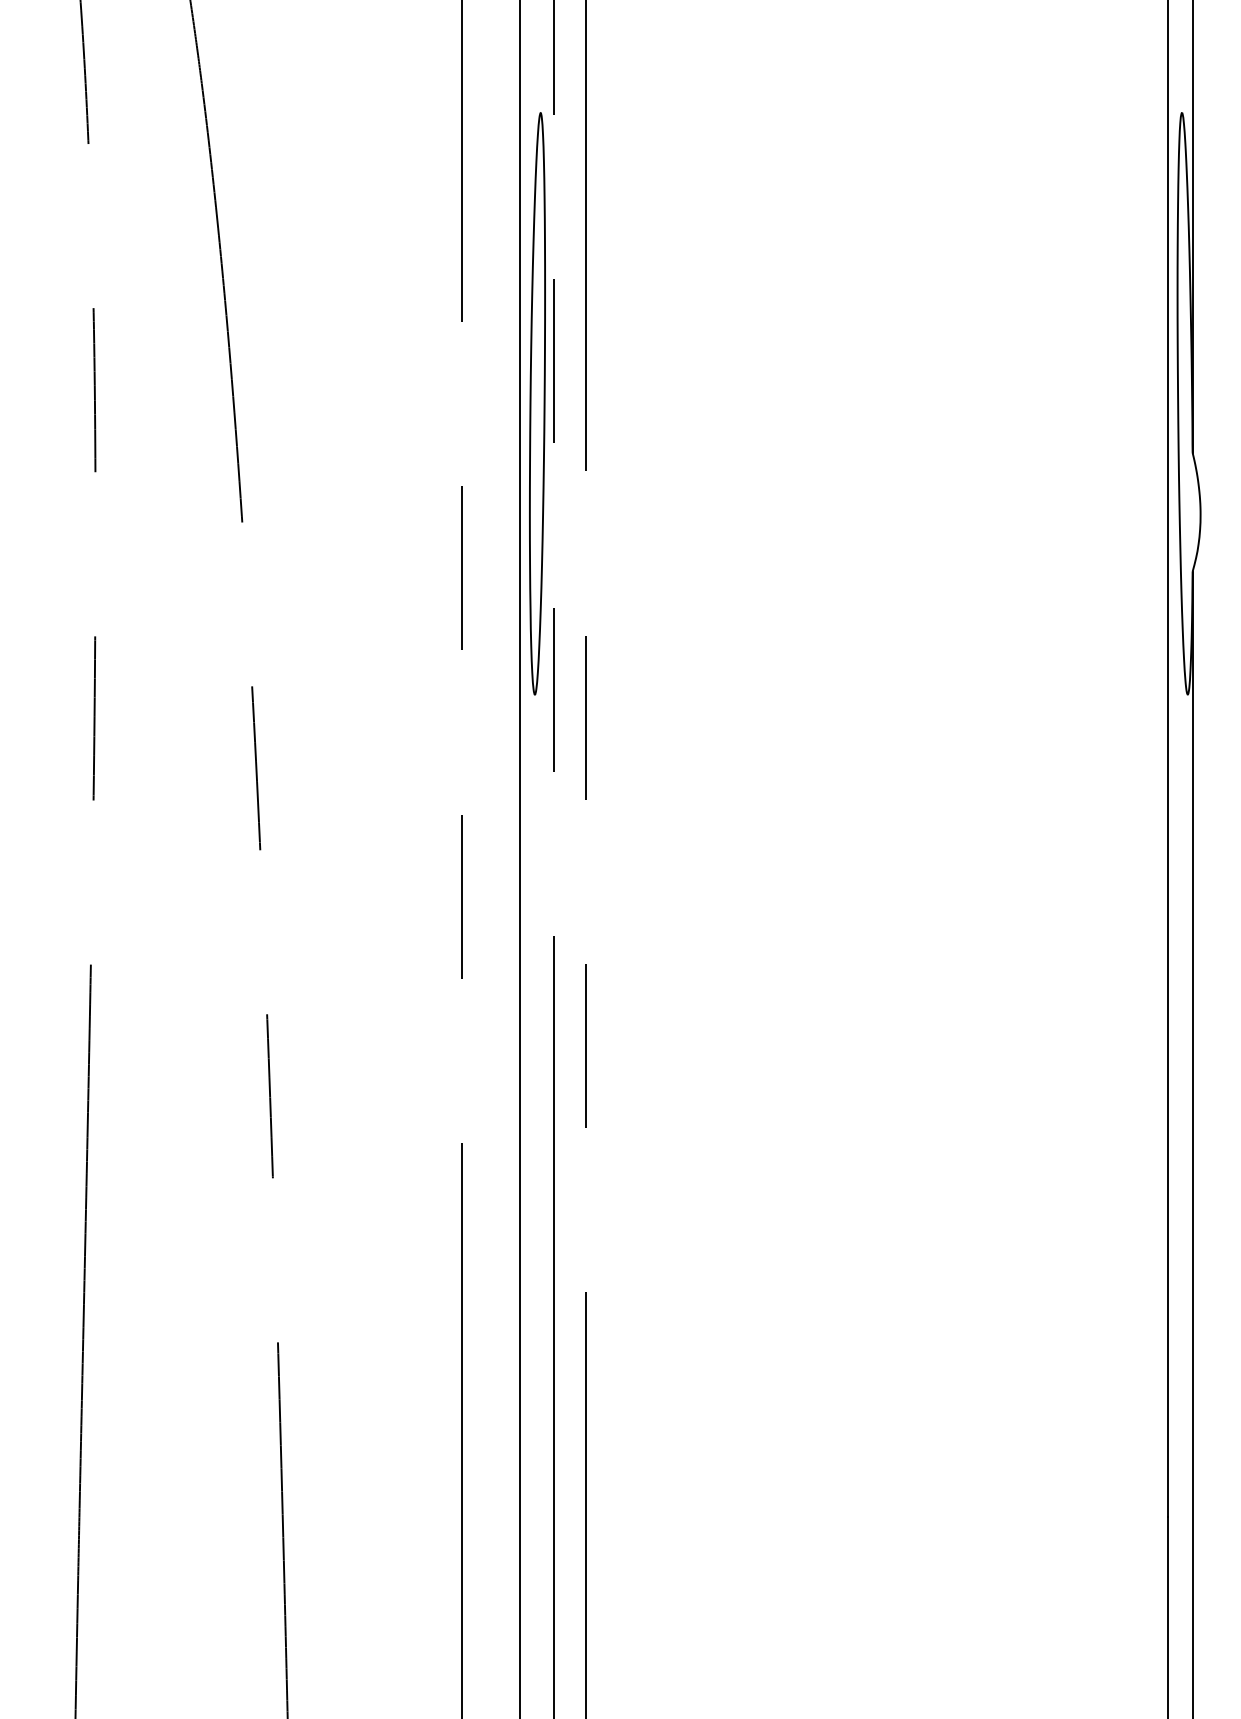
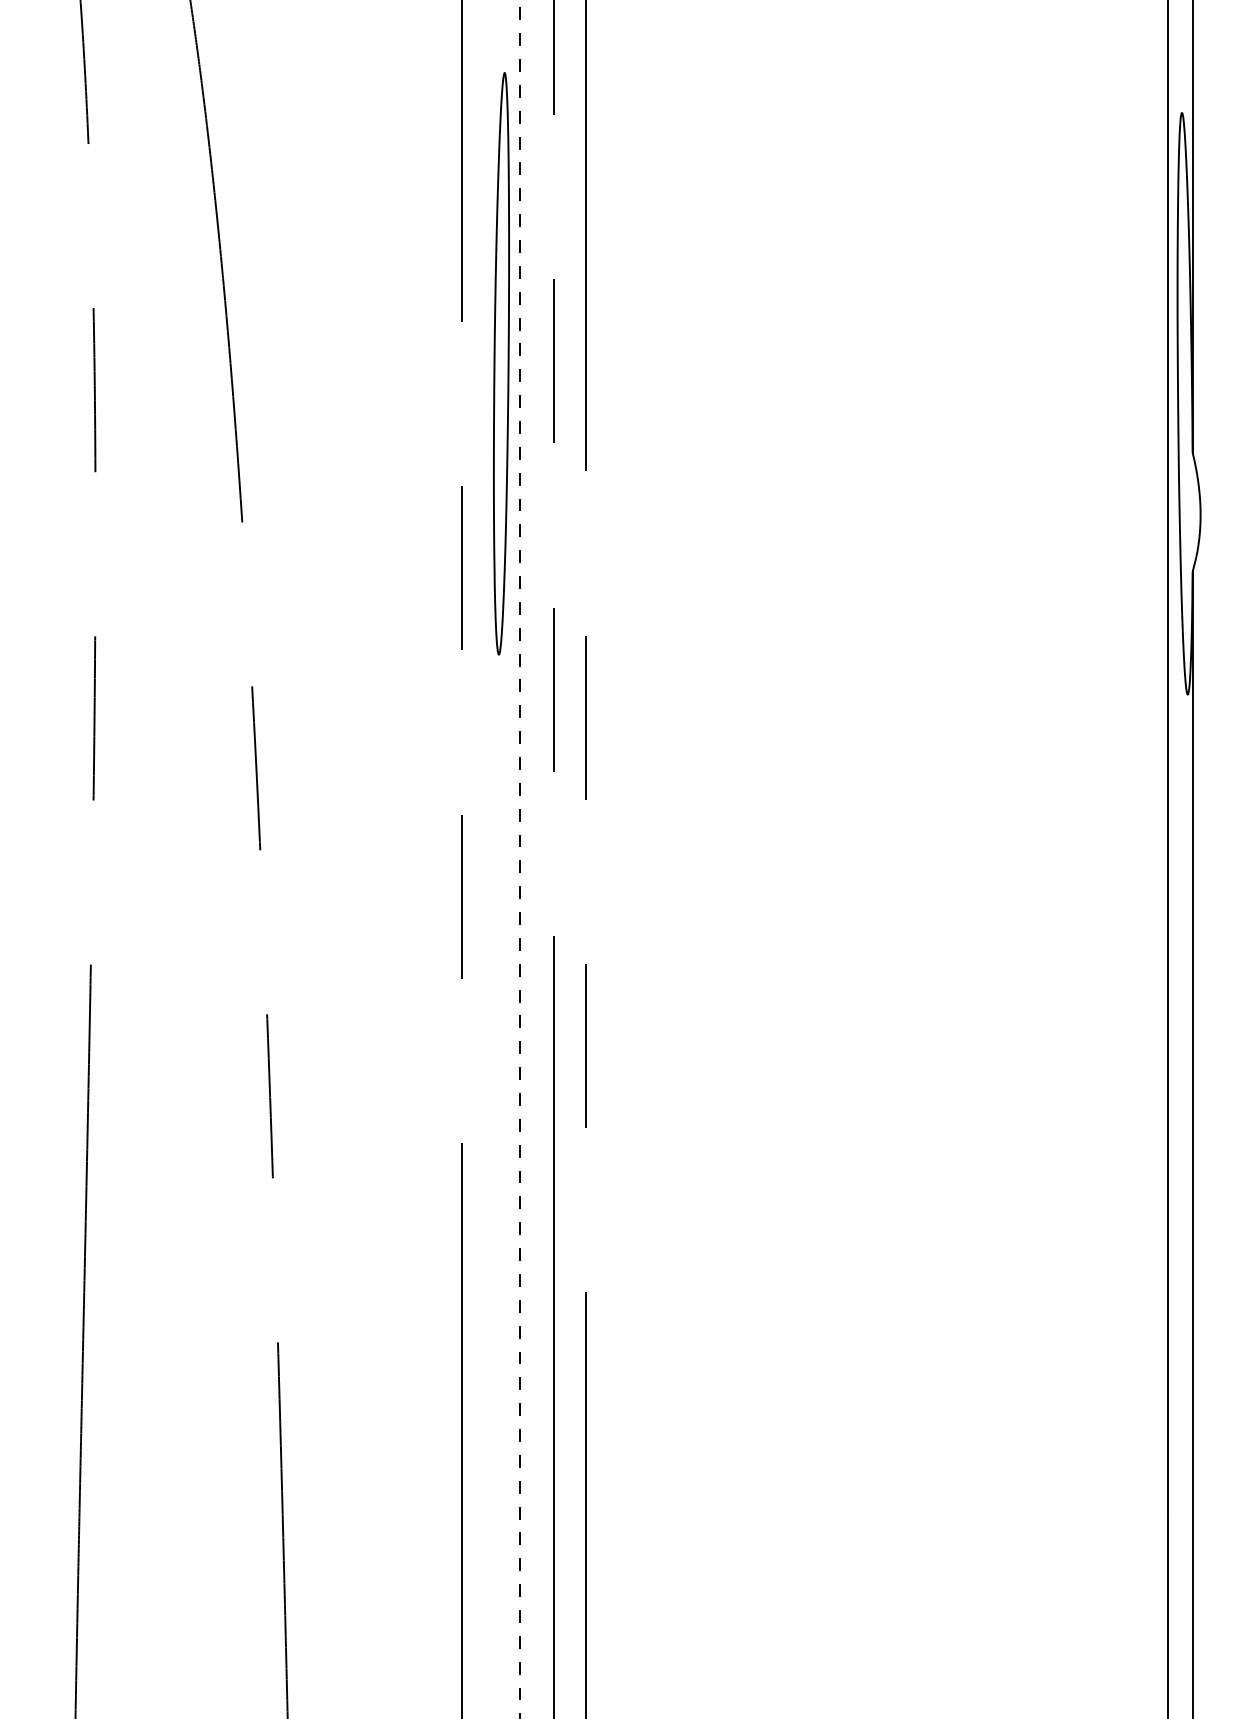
part at (537, 403) position: (537, 403) -> (501, 363)
line at (519, 859): solid -> dashed
